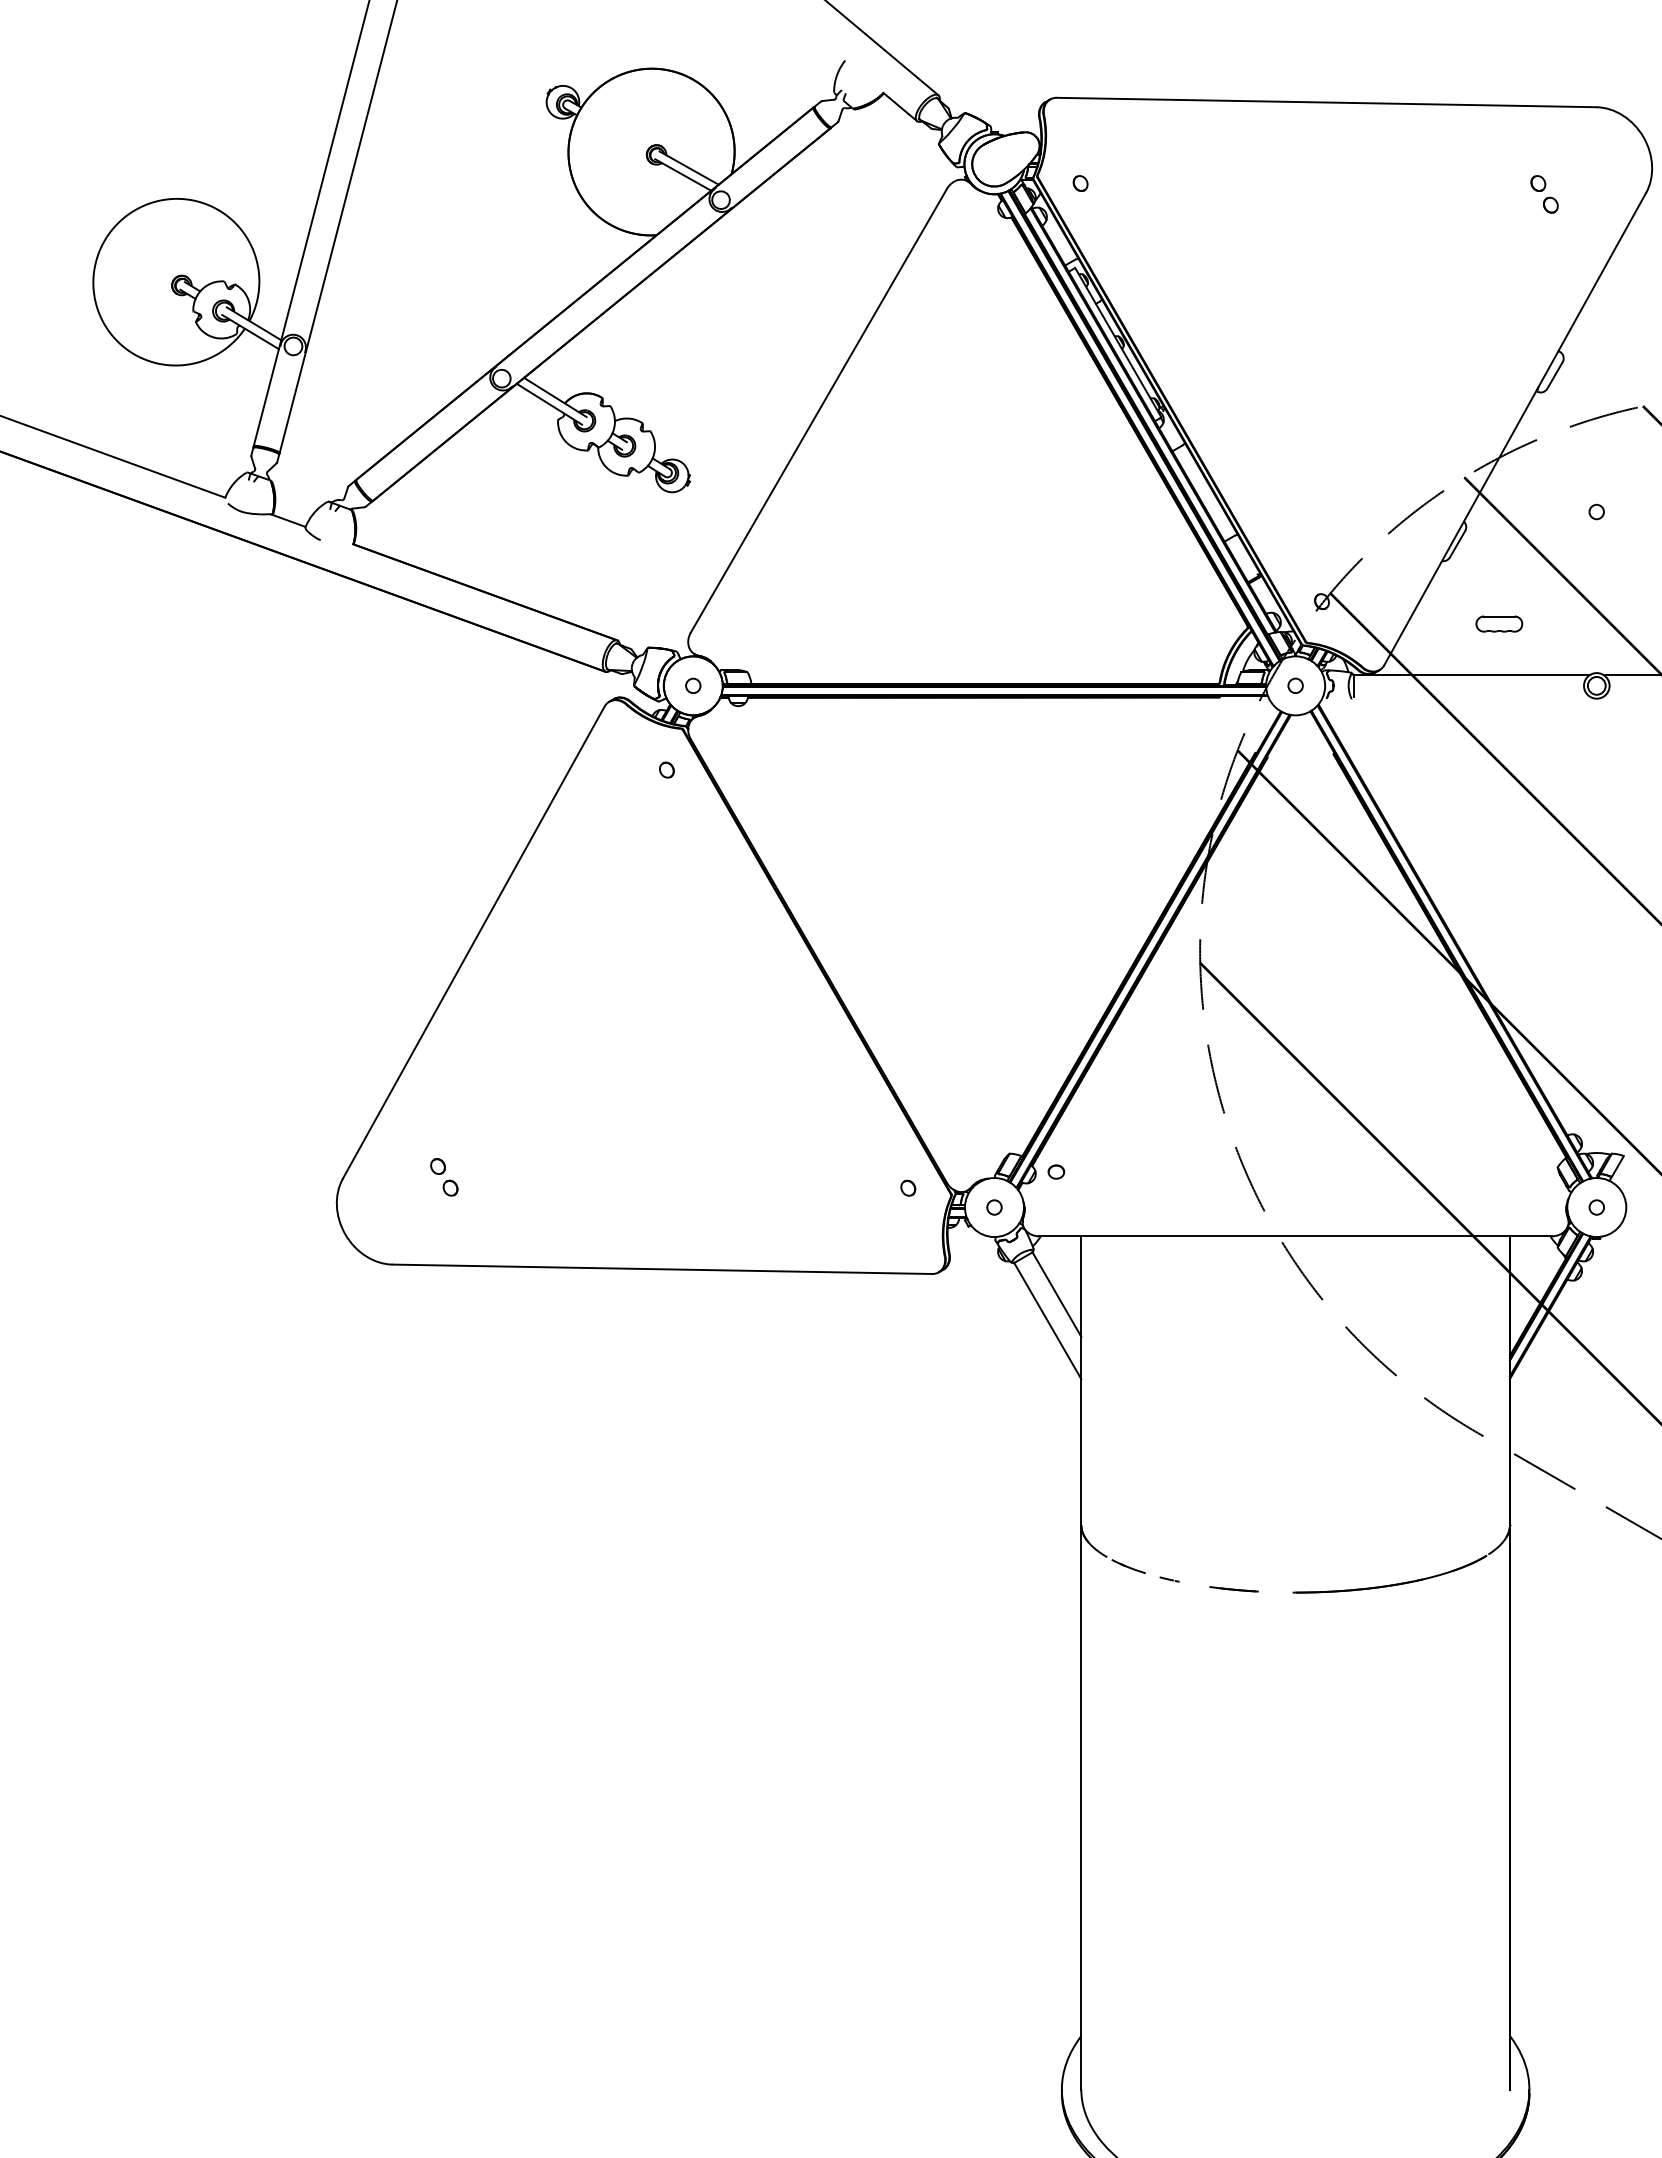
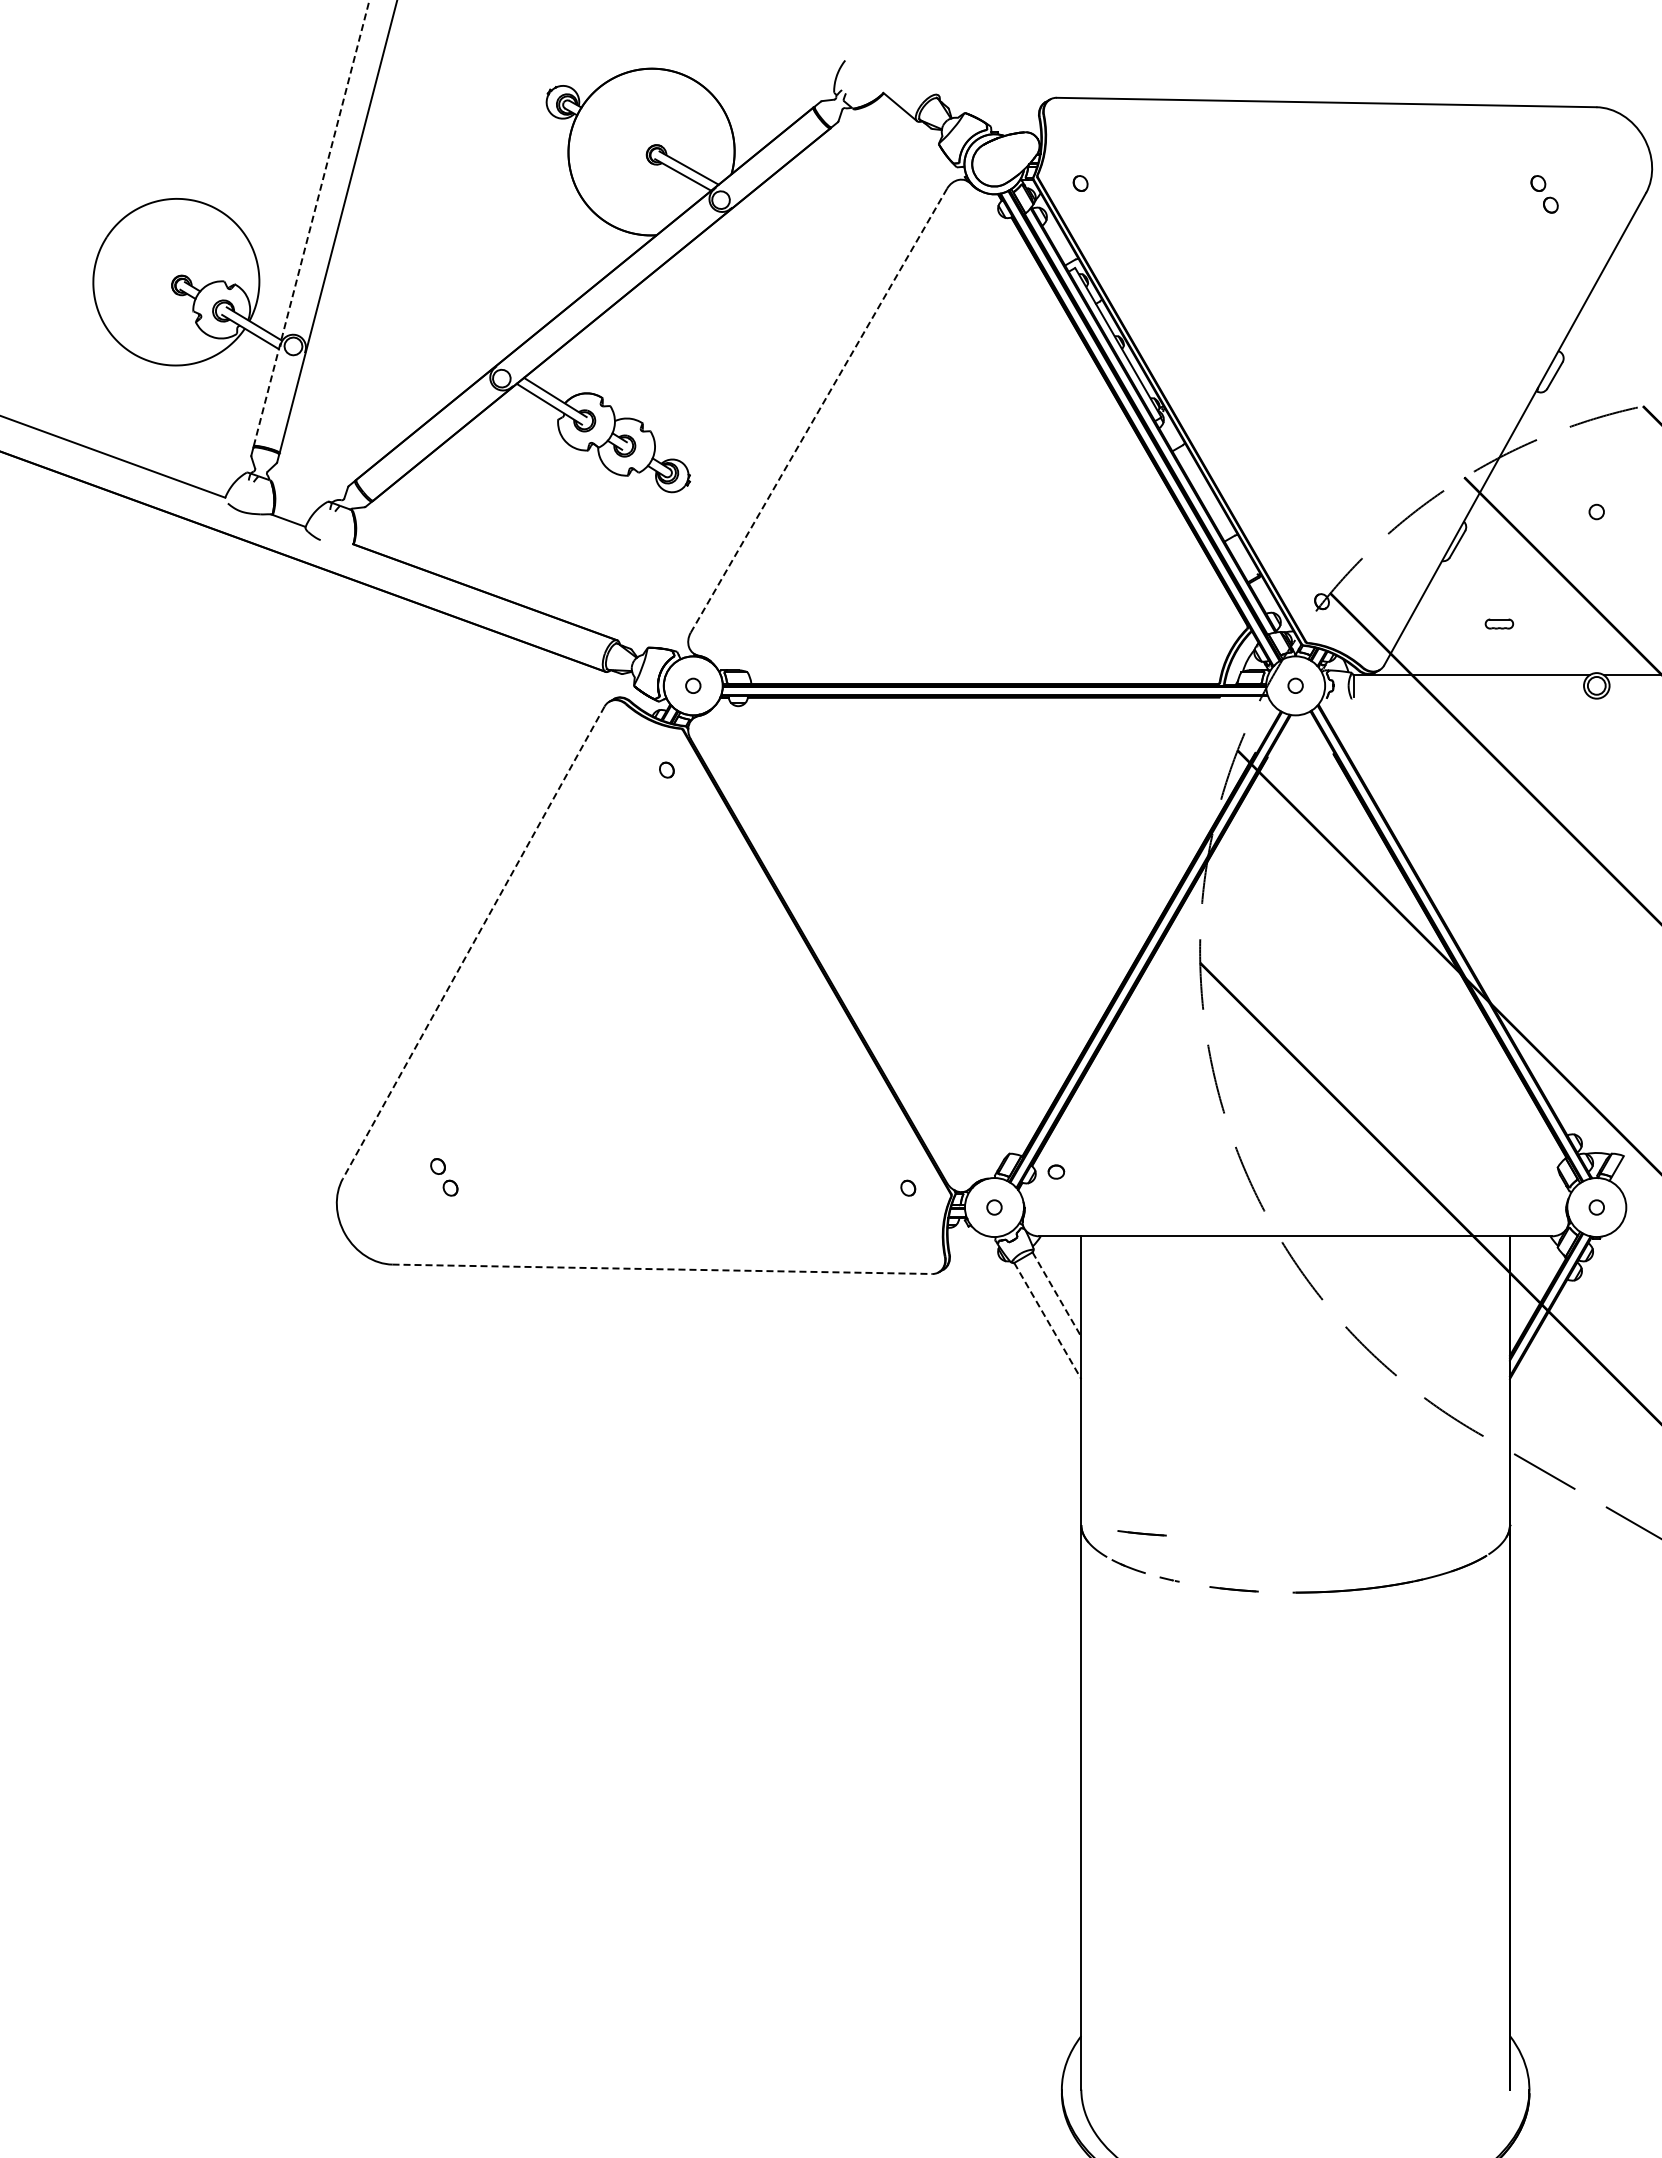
line at (882, 48): present -> none
line at (311, 222): solid -> dashed
line at (818, 411): solid -> dashed
part at (1499, 623) size: 49x18 px -> 31x12 px
line at (473, 942): solid -> dashed
line at (662, 1269): solid -> dashed
line at (1056, 1294): solid -> dashed
line at (1048, 1321): solid -> dashed
line at (1141, 1533): none -> present
